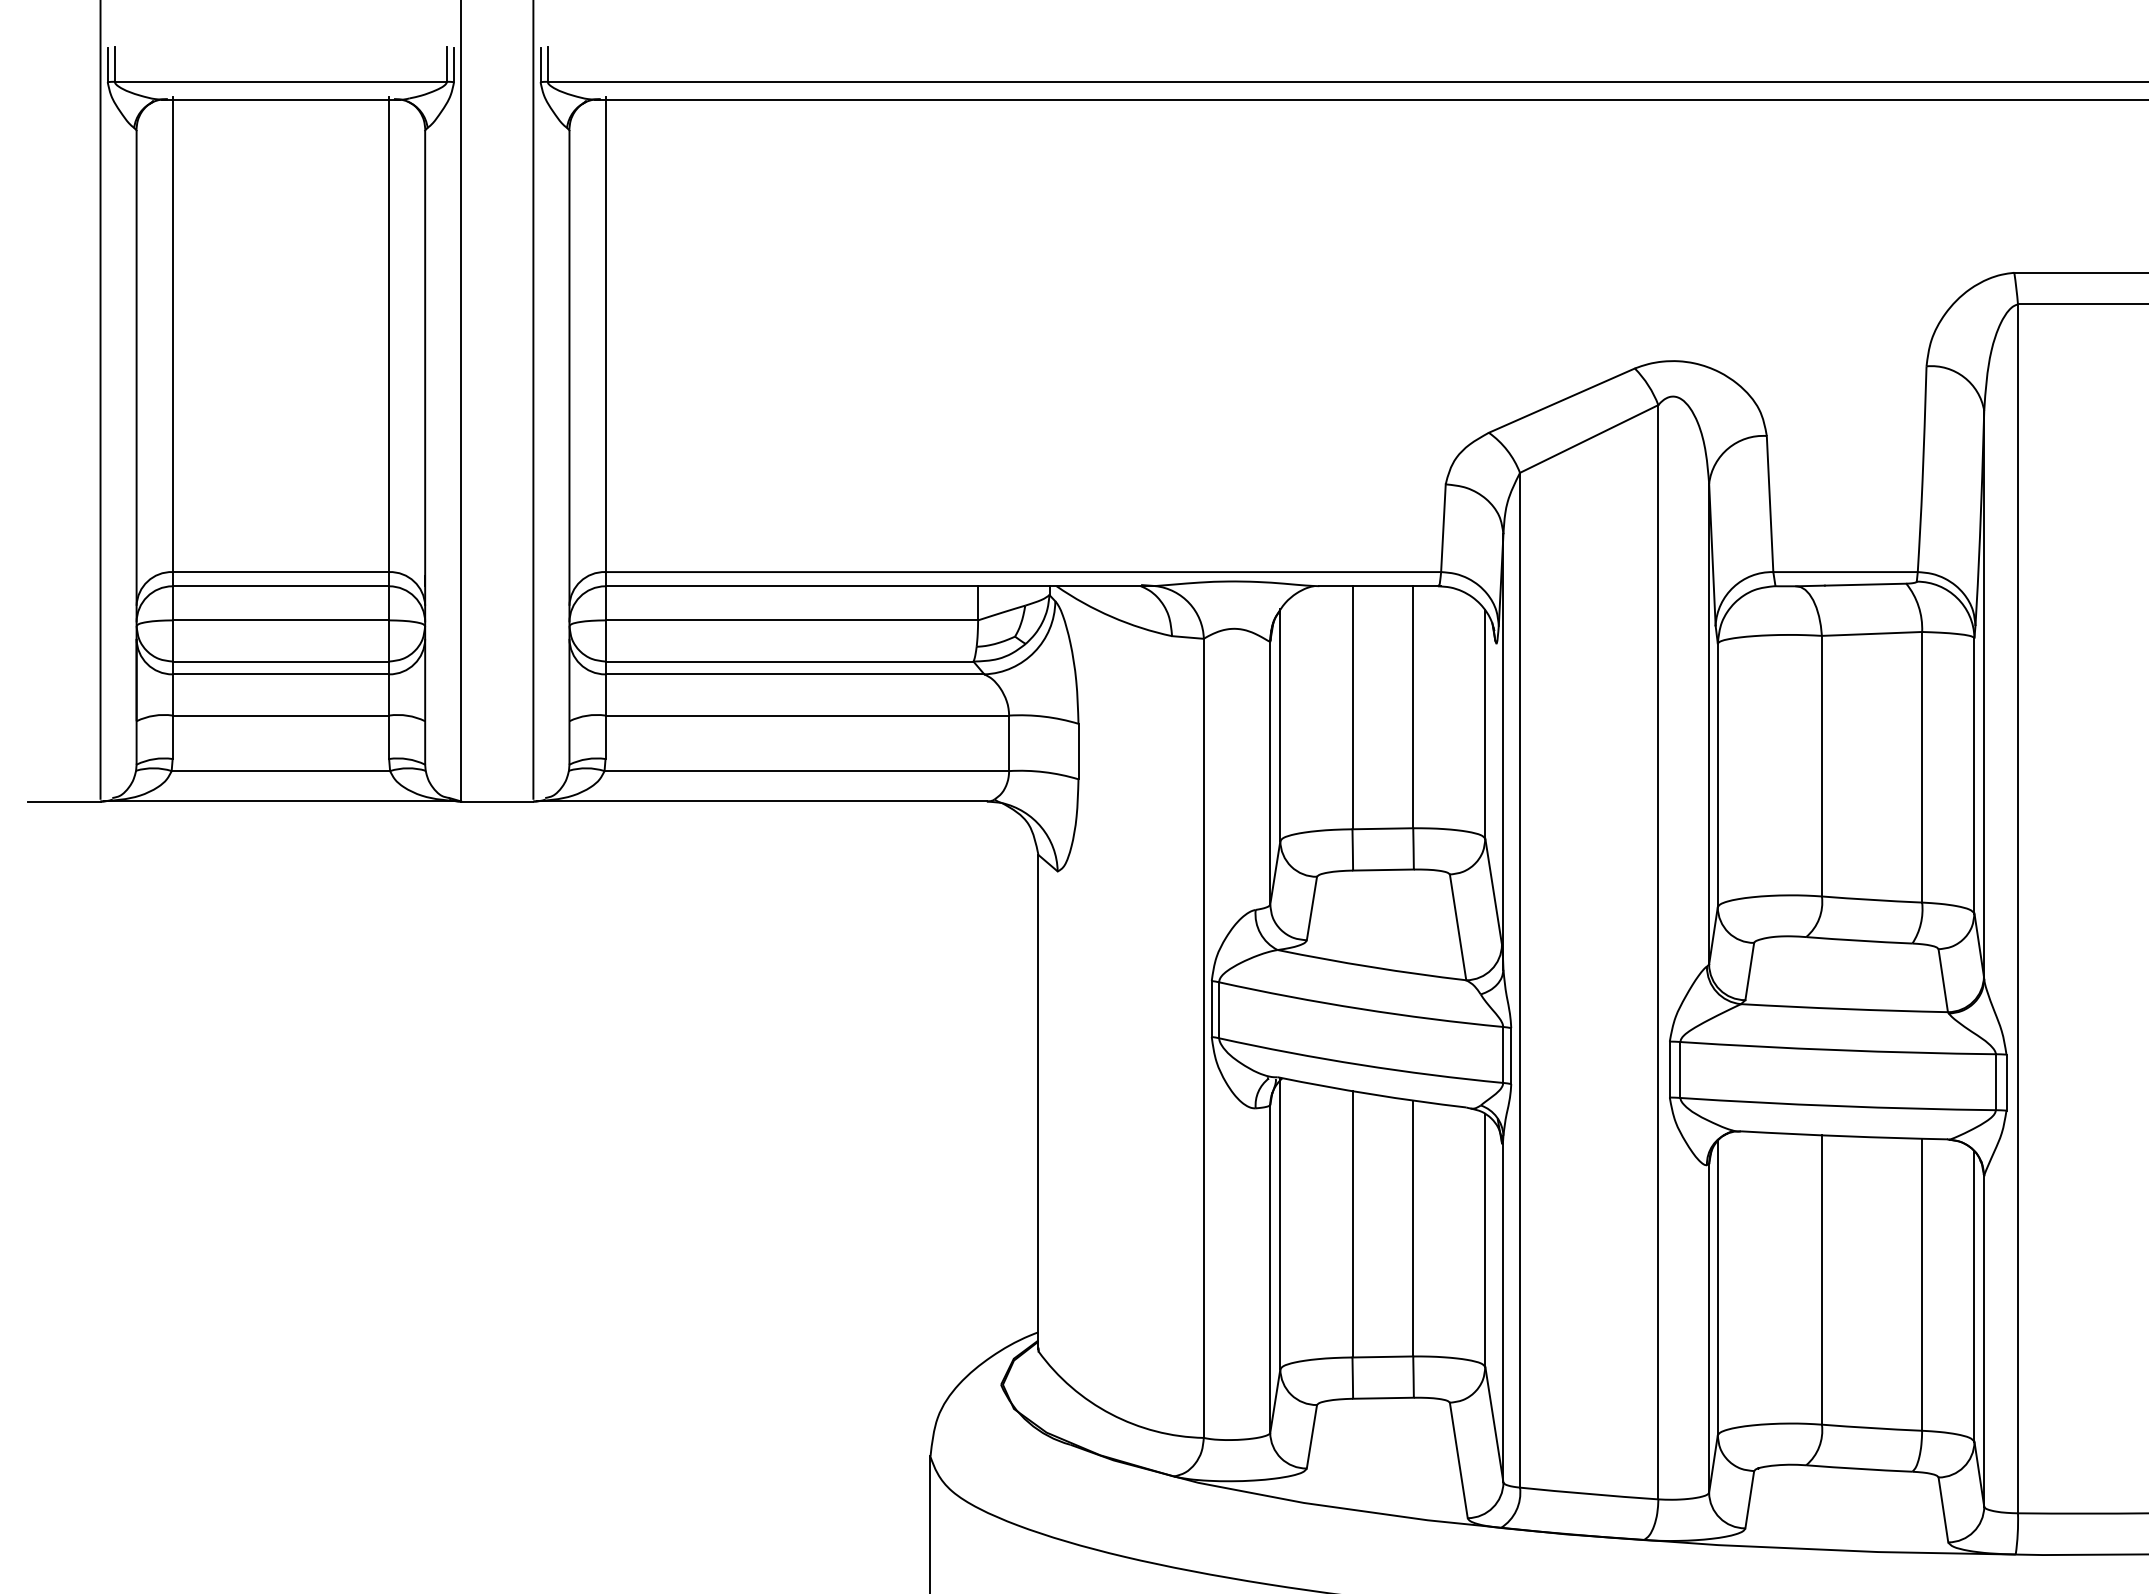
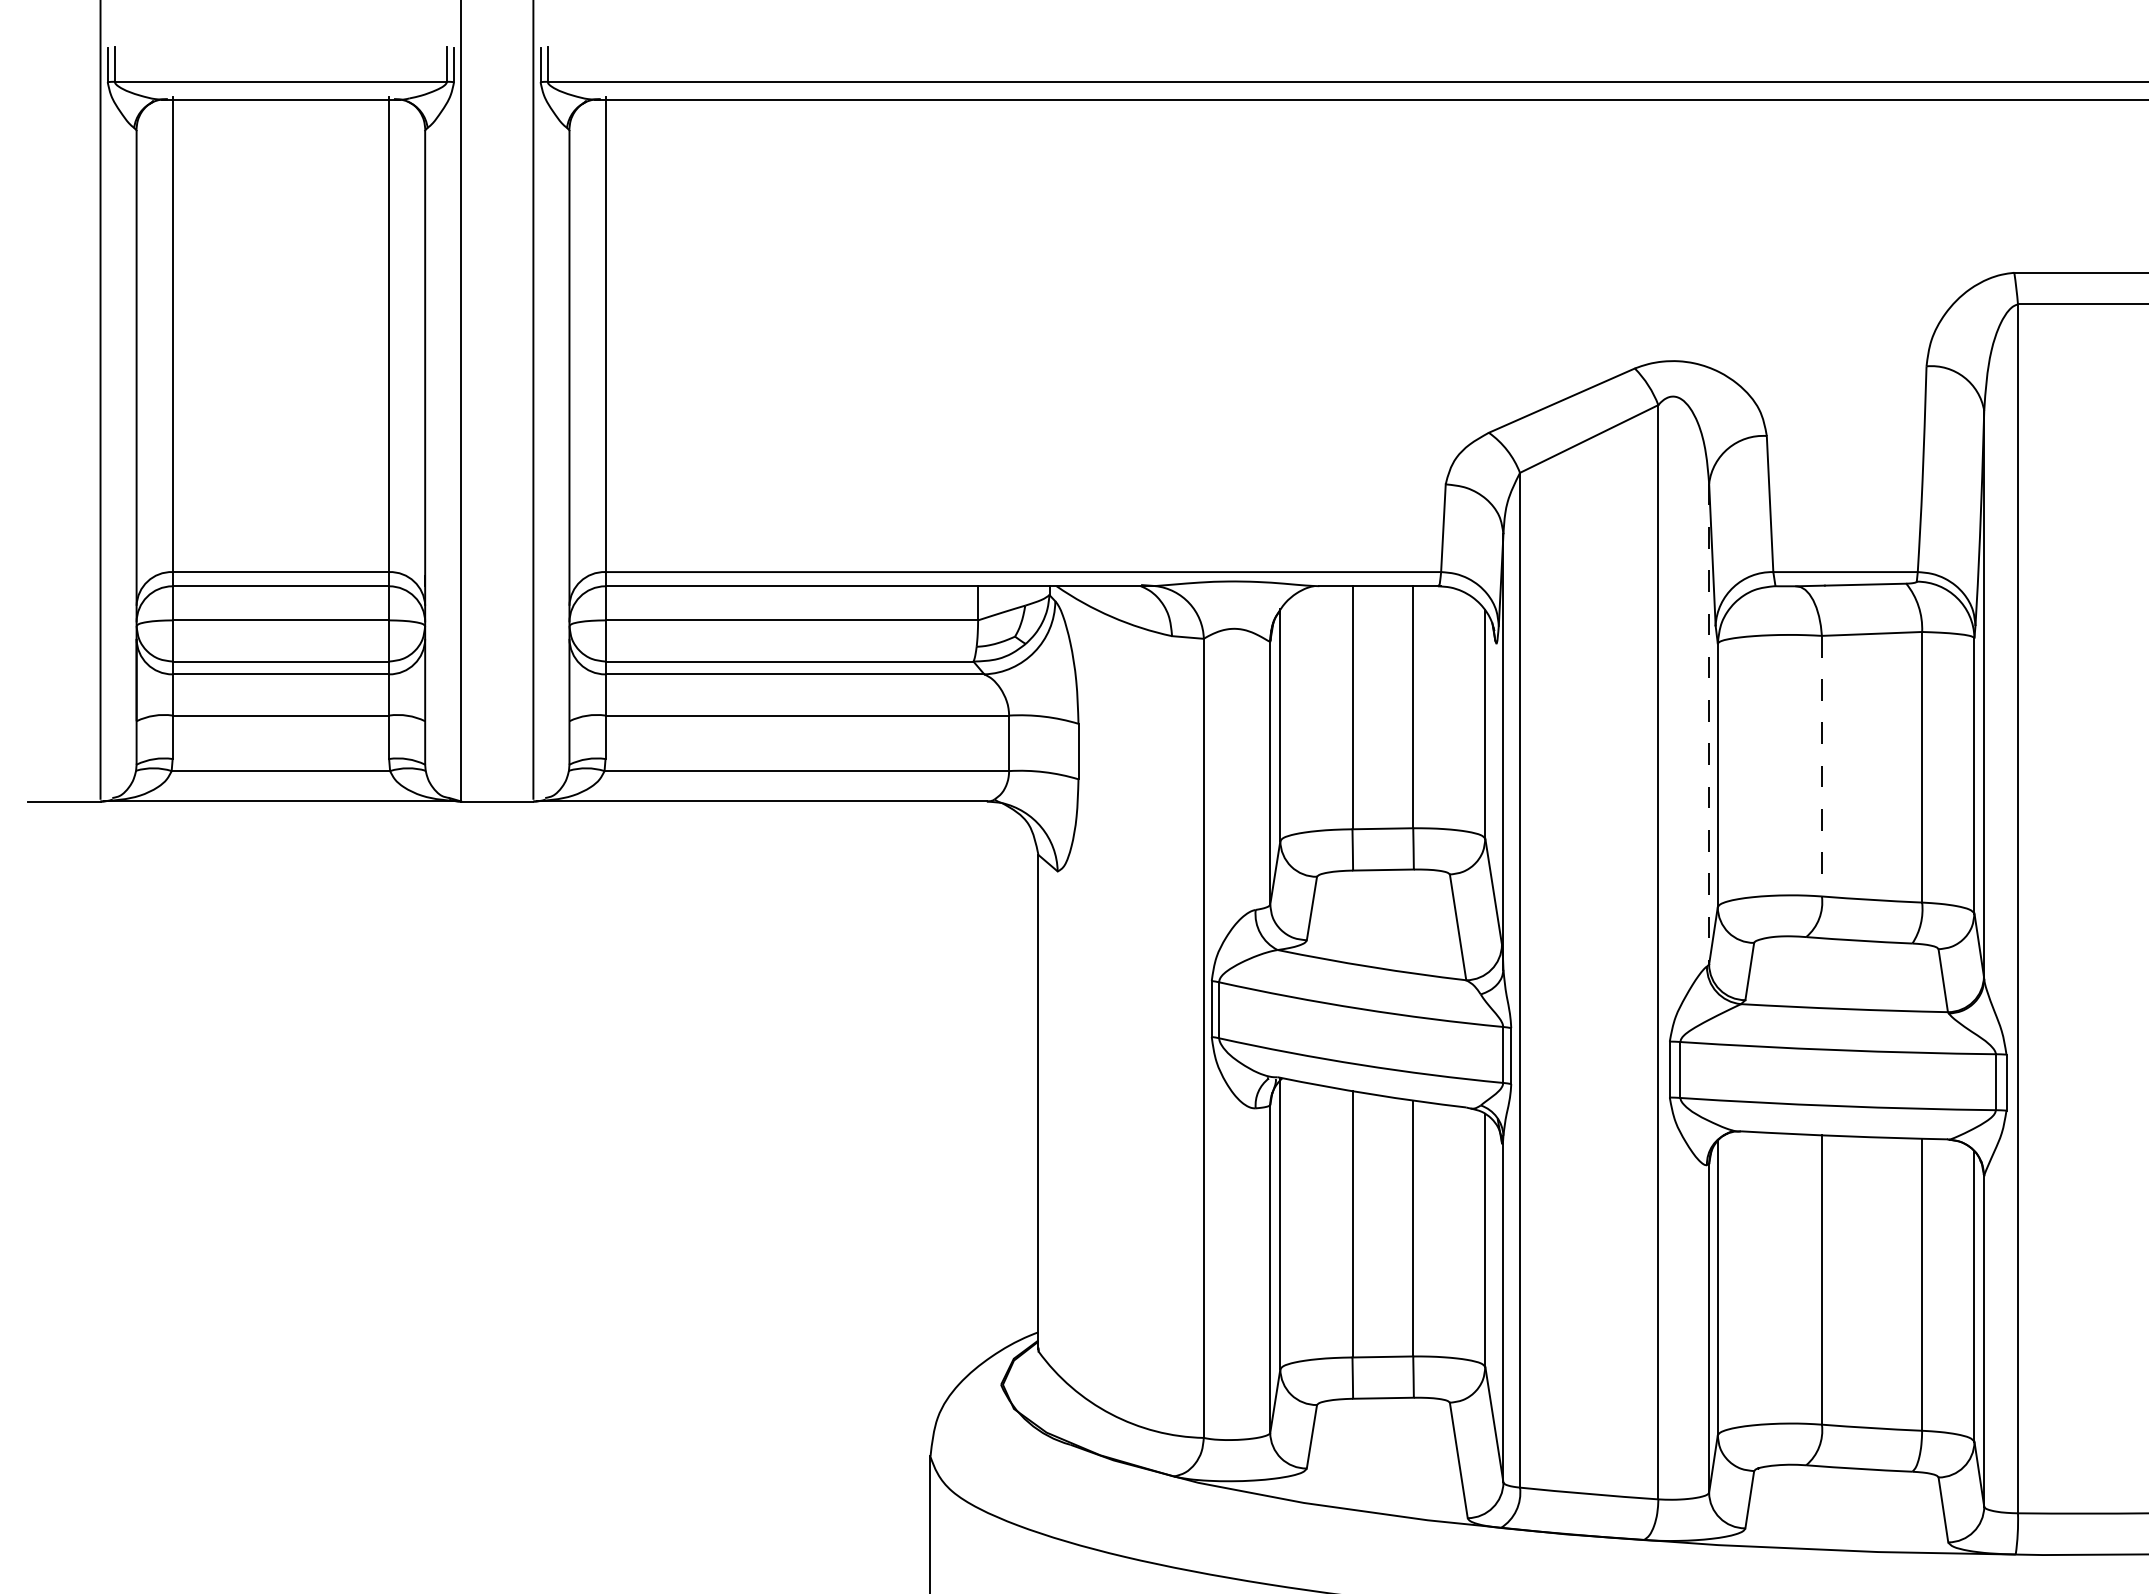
line at (1709, 724): solid -> dashed
line at (1821, 766): solid -> dashed
